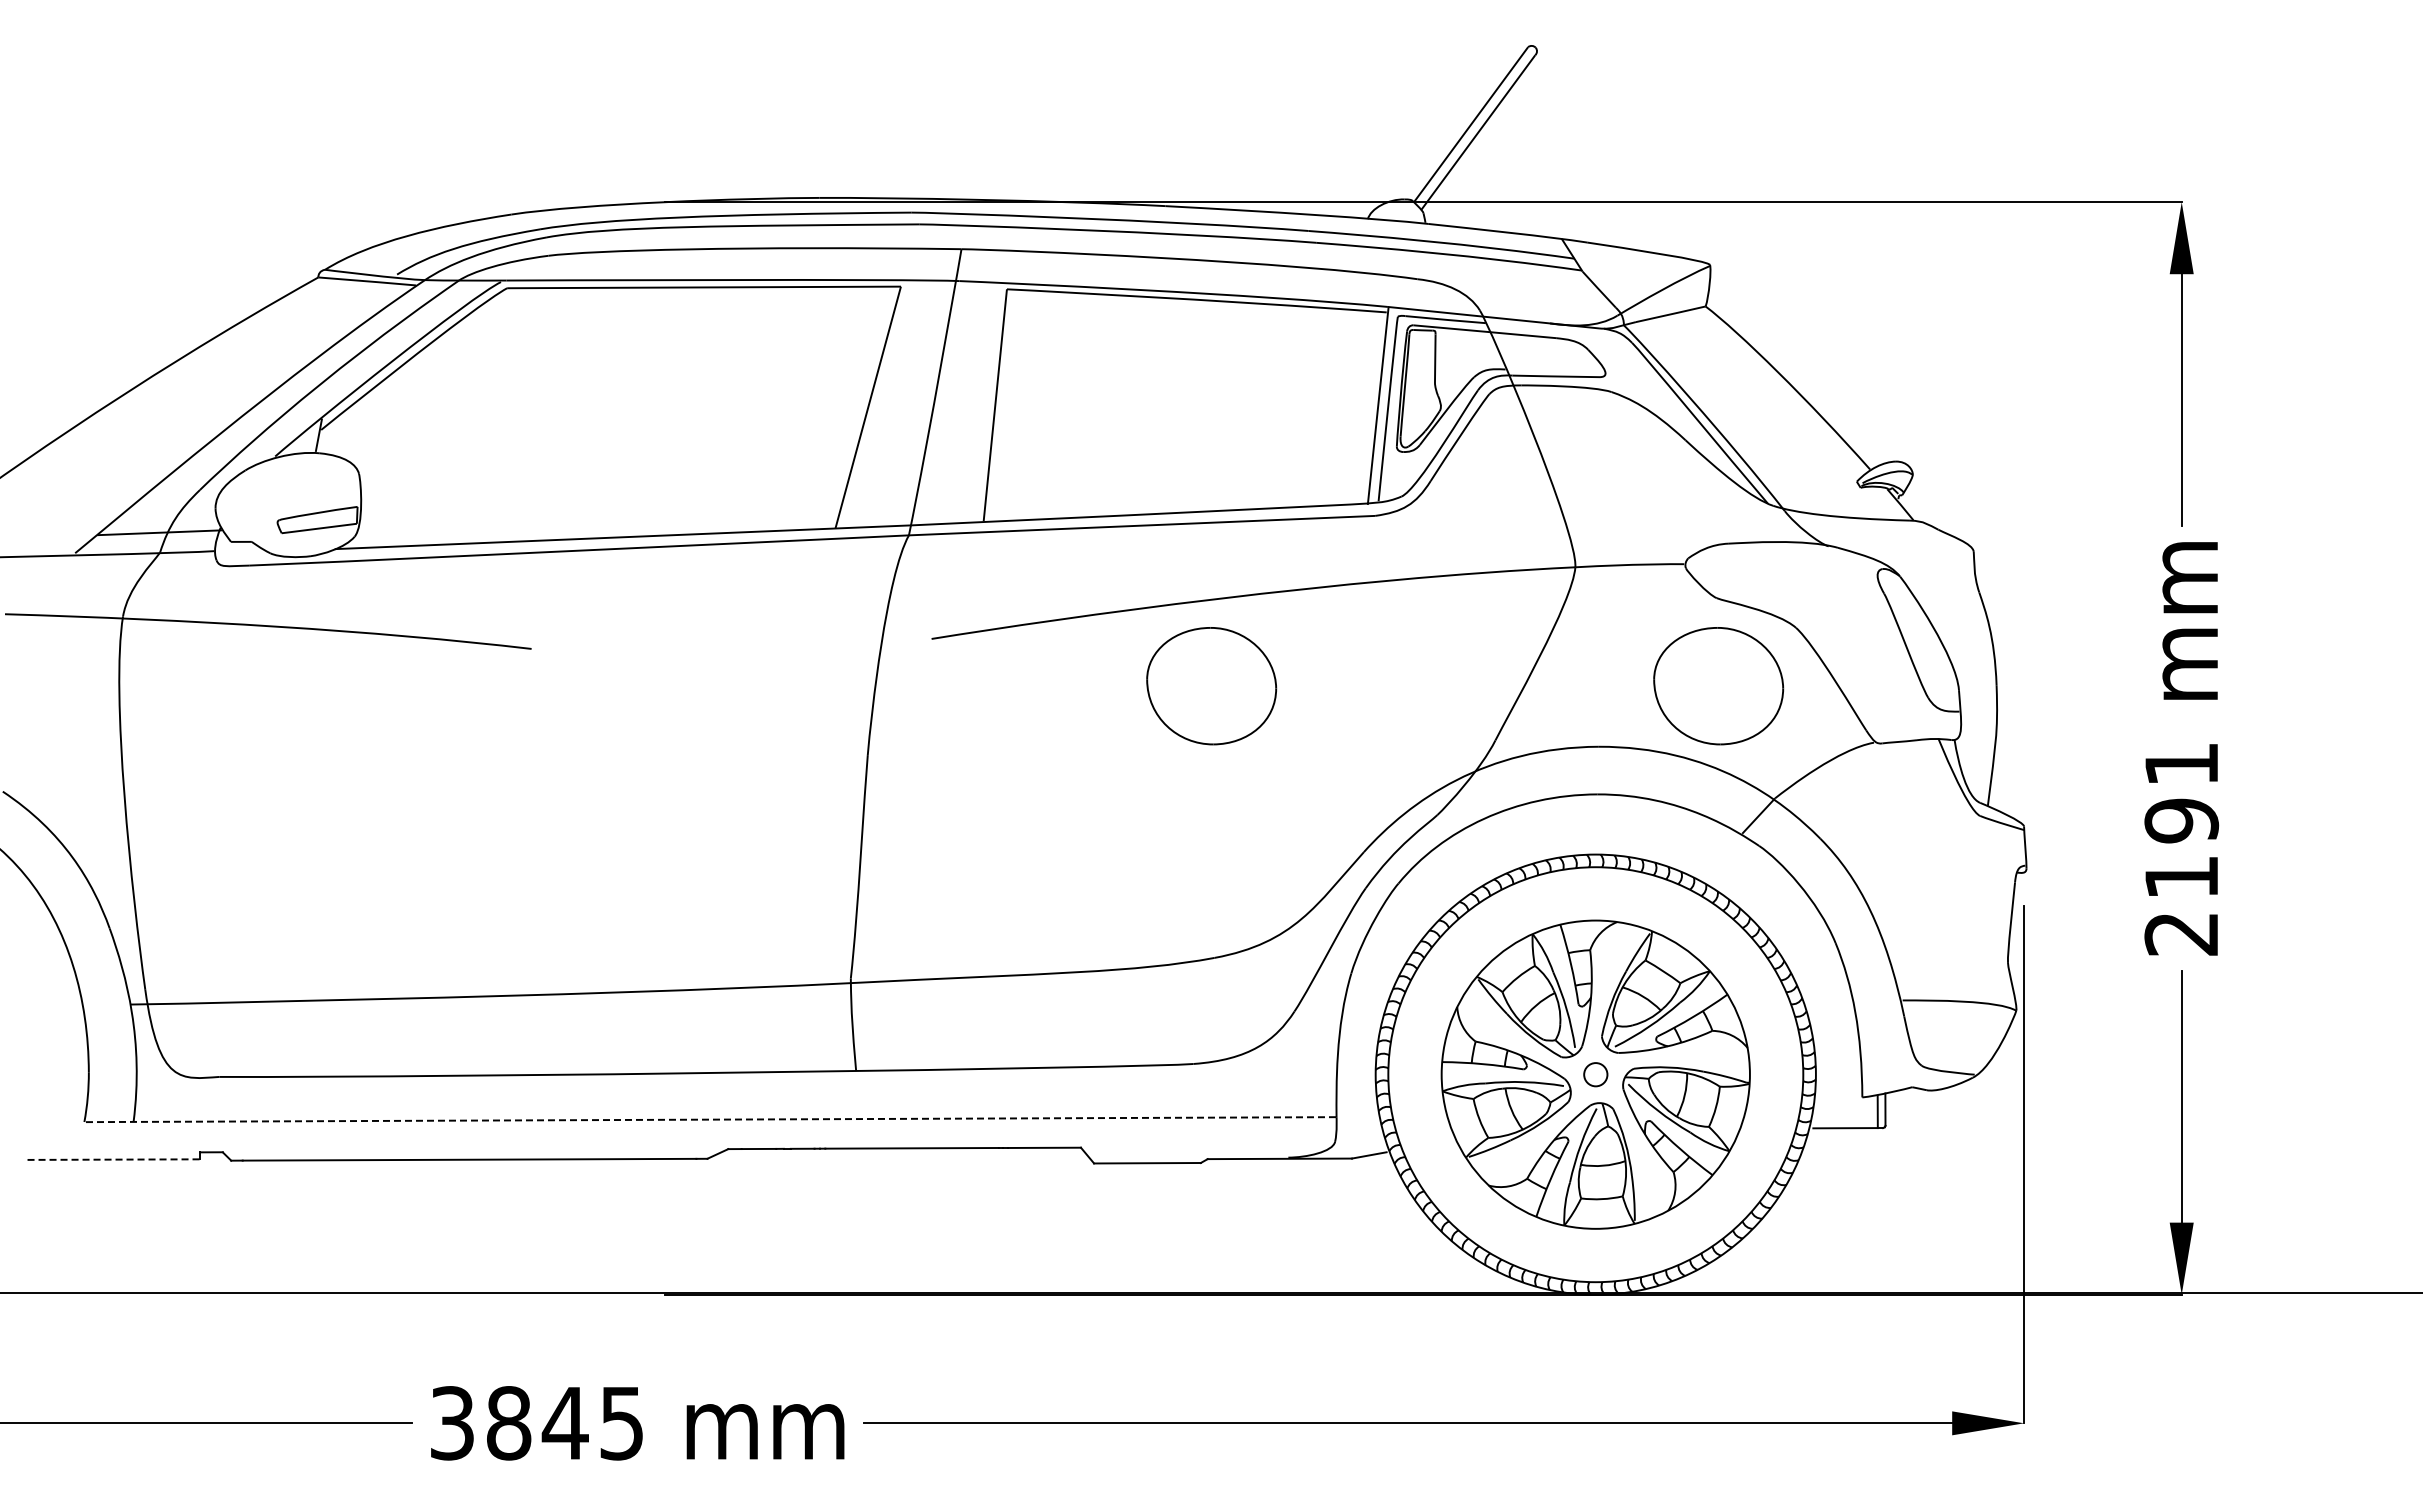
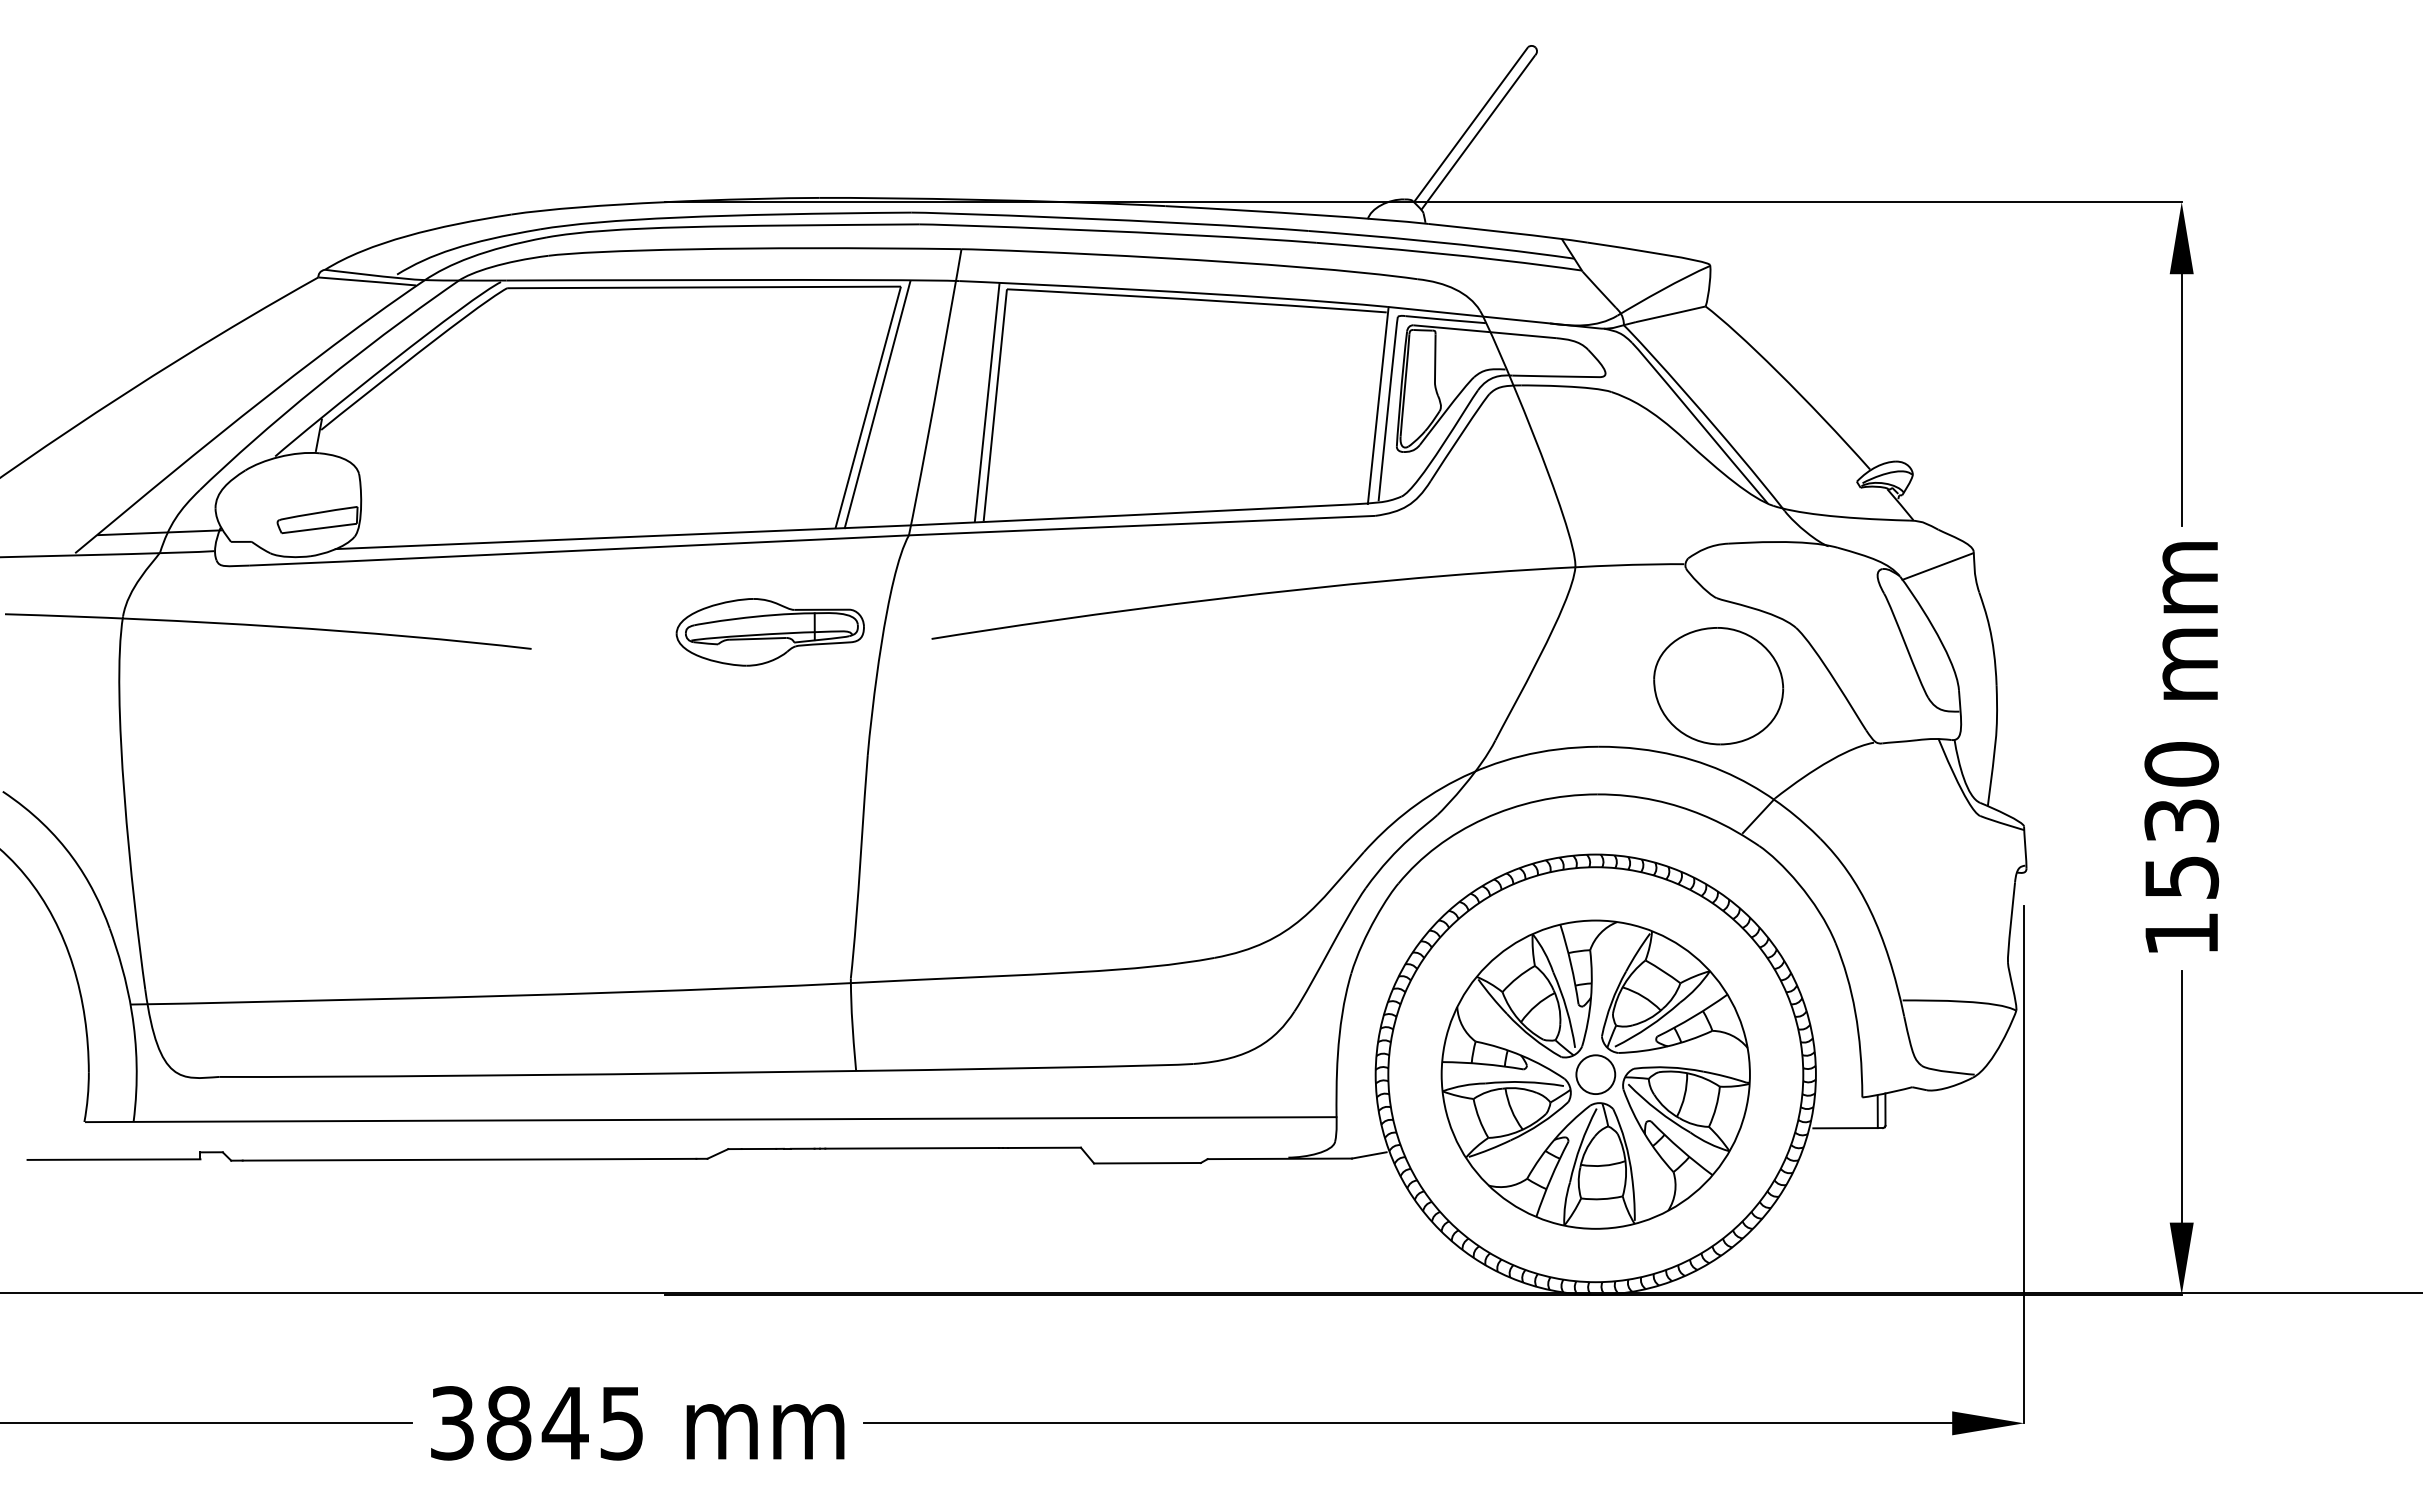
line at (986, 402): none -> present
line at (877, 404): none -> present
line at (1937, 566): none -> present
part at (769, 632): none -> present
part at (1211, 686): present -> none
text at (2181, 848): 2191 -> 1530
circle at (1595, 1074) diameter: 23 px -> 39 px
line at (711, 1119): dashed -> solid
line at (114, 1159): dashed -> solid
